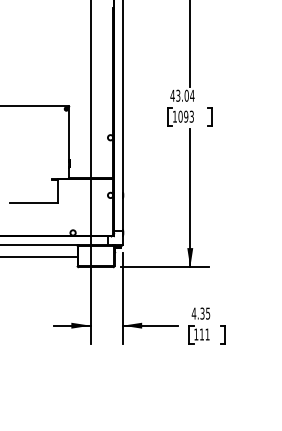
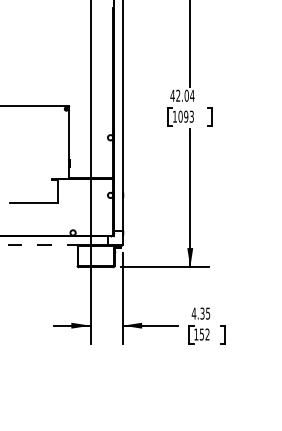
text at (178, 95): 43.04 -> 42.04
line at (39, 245): solid -> dashed
line at (39, 257): present -> none
text at (204, 334): 111 -> 152
